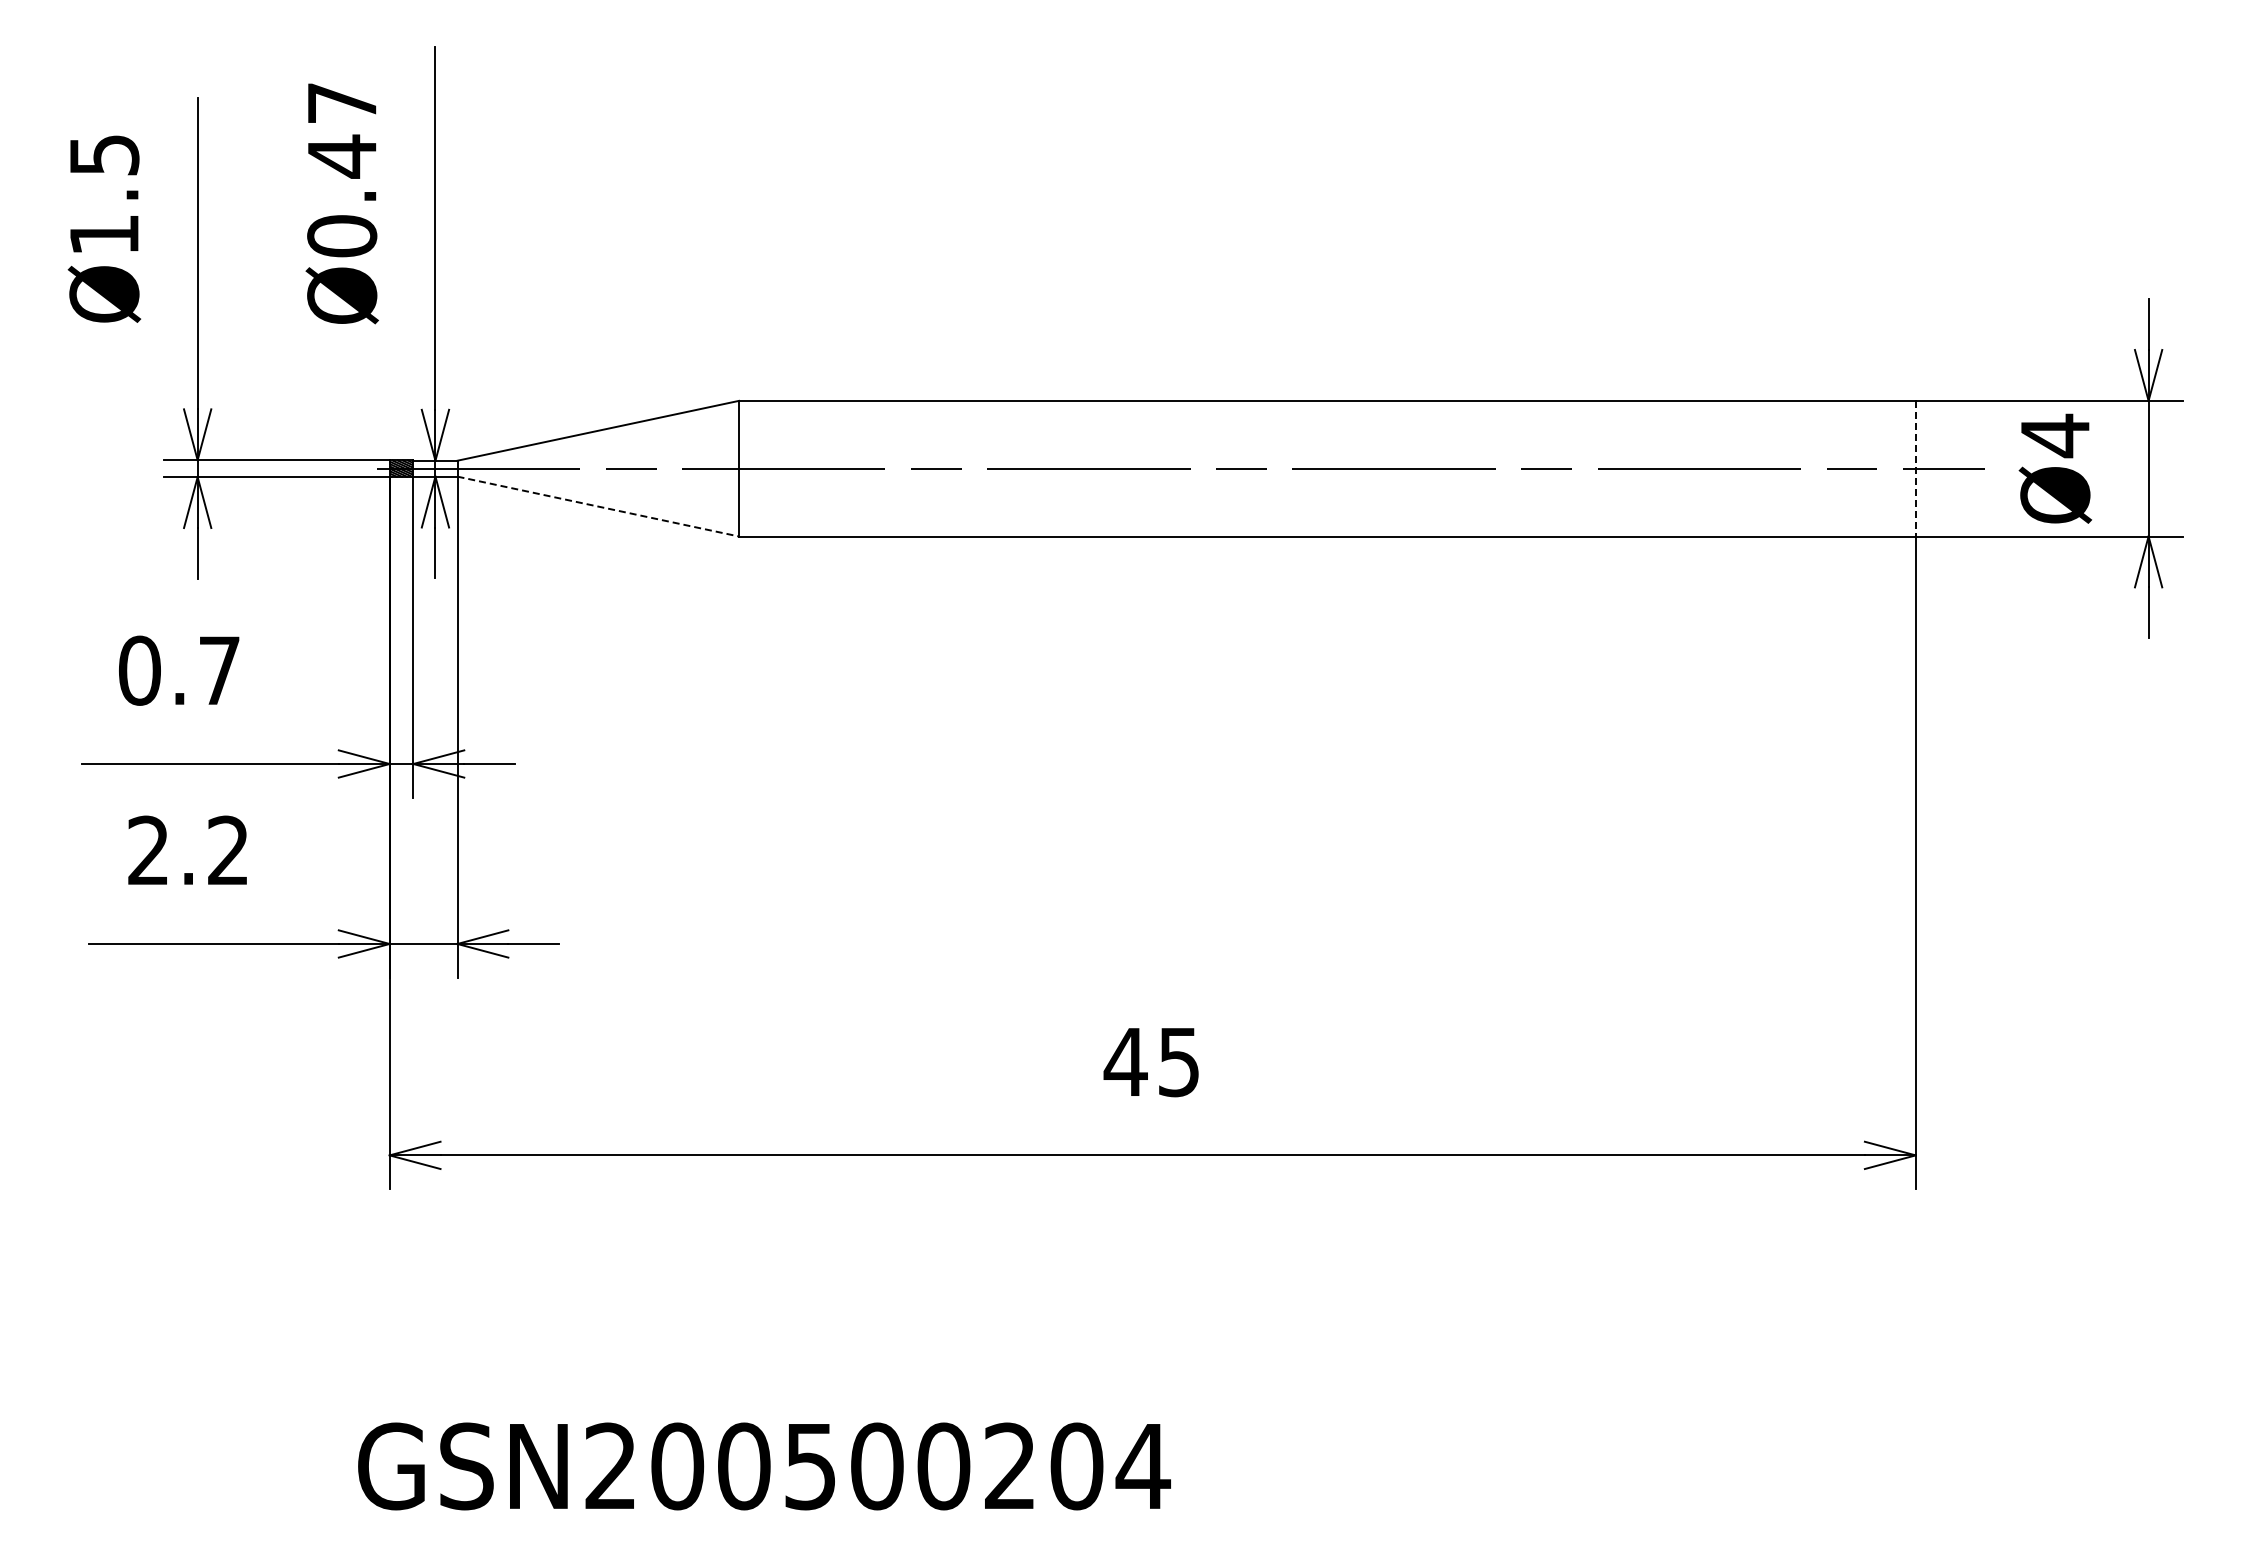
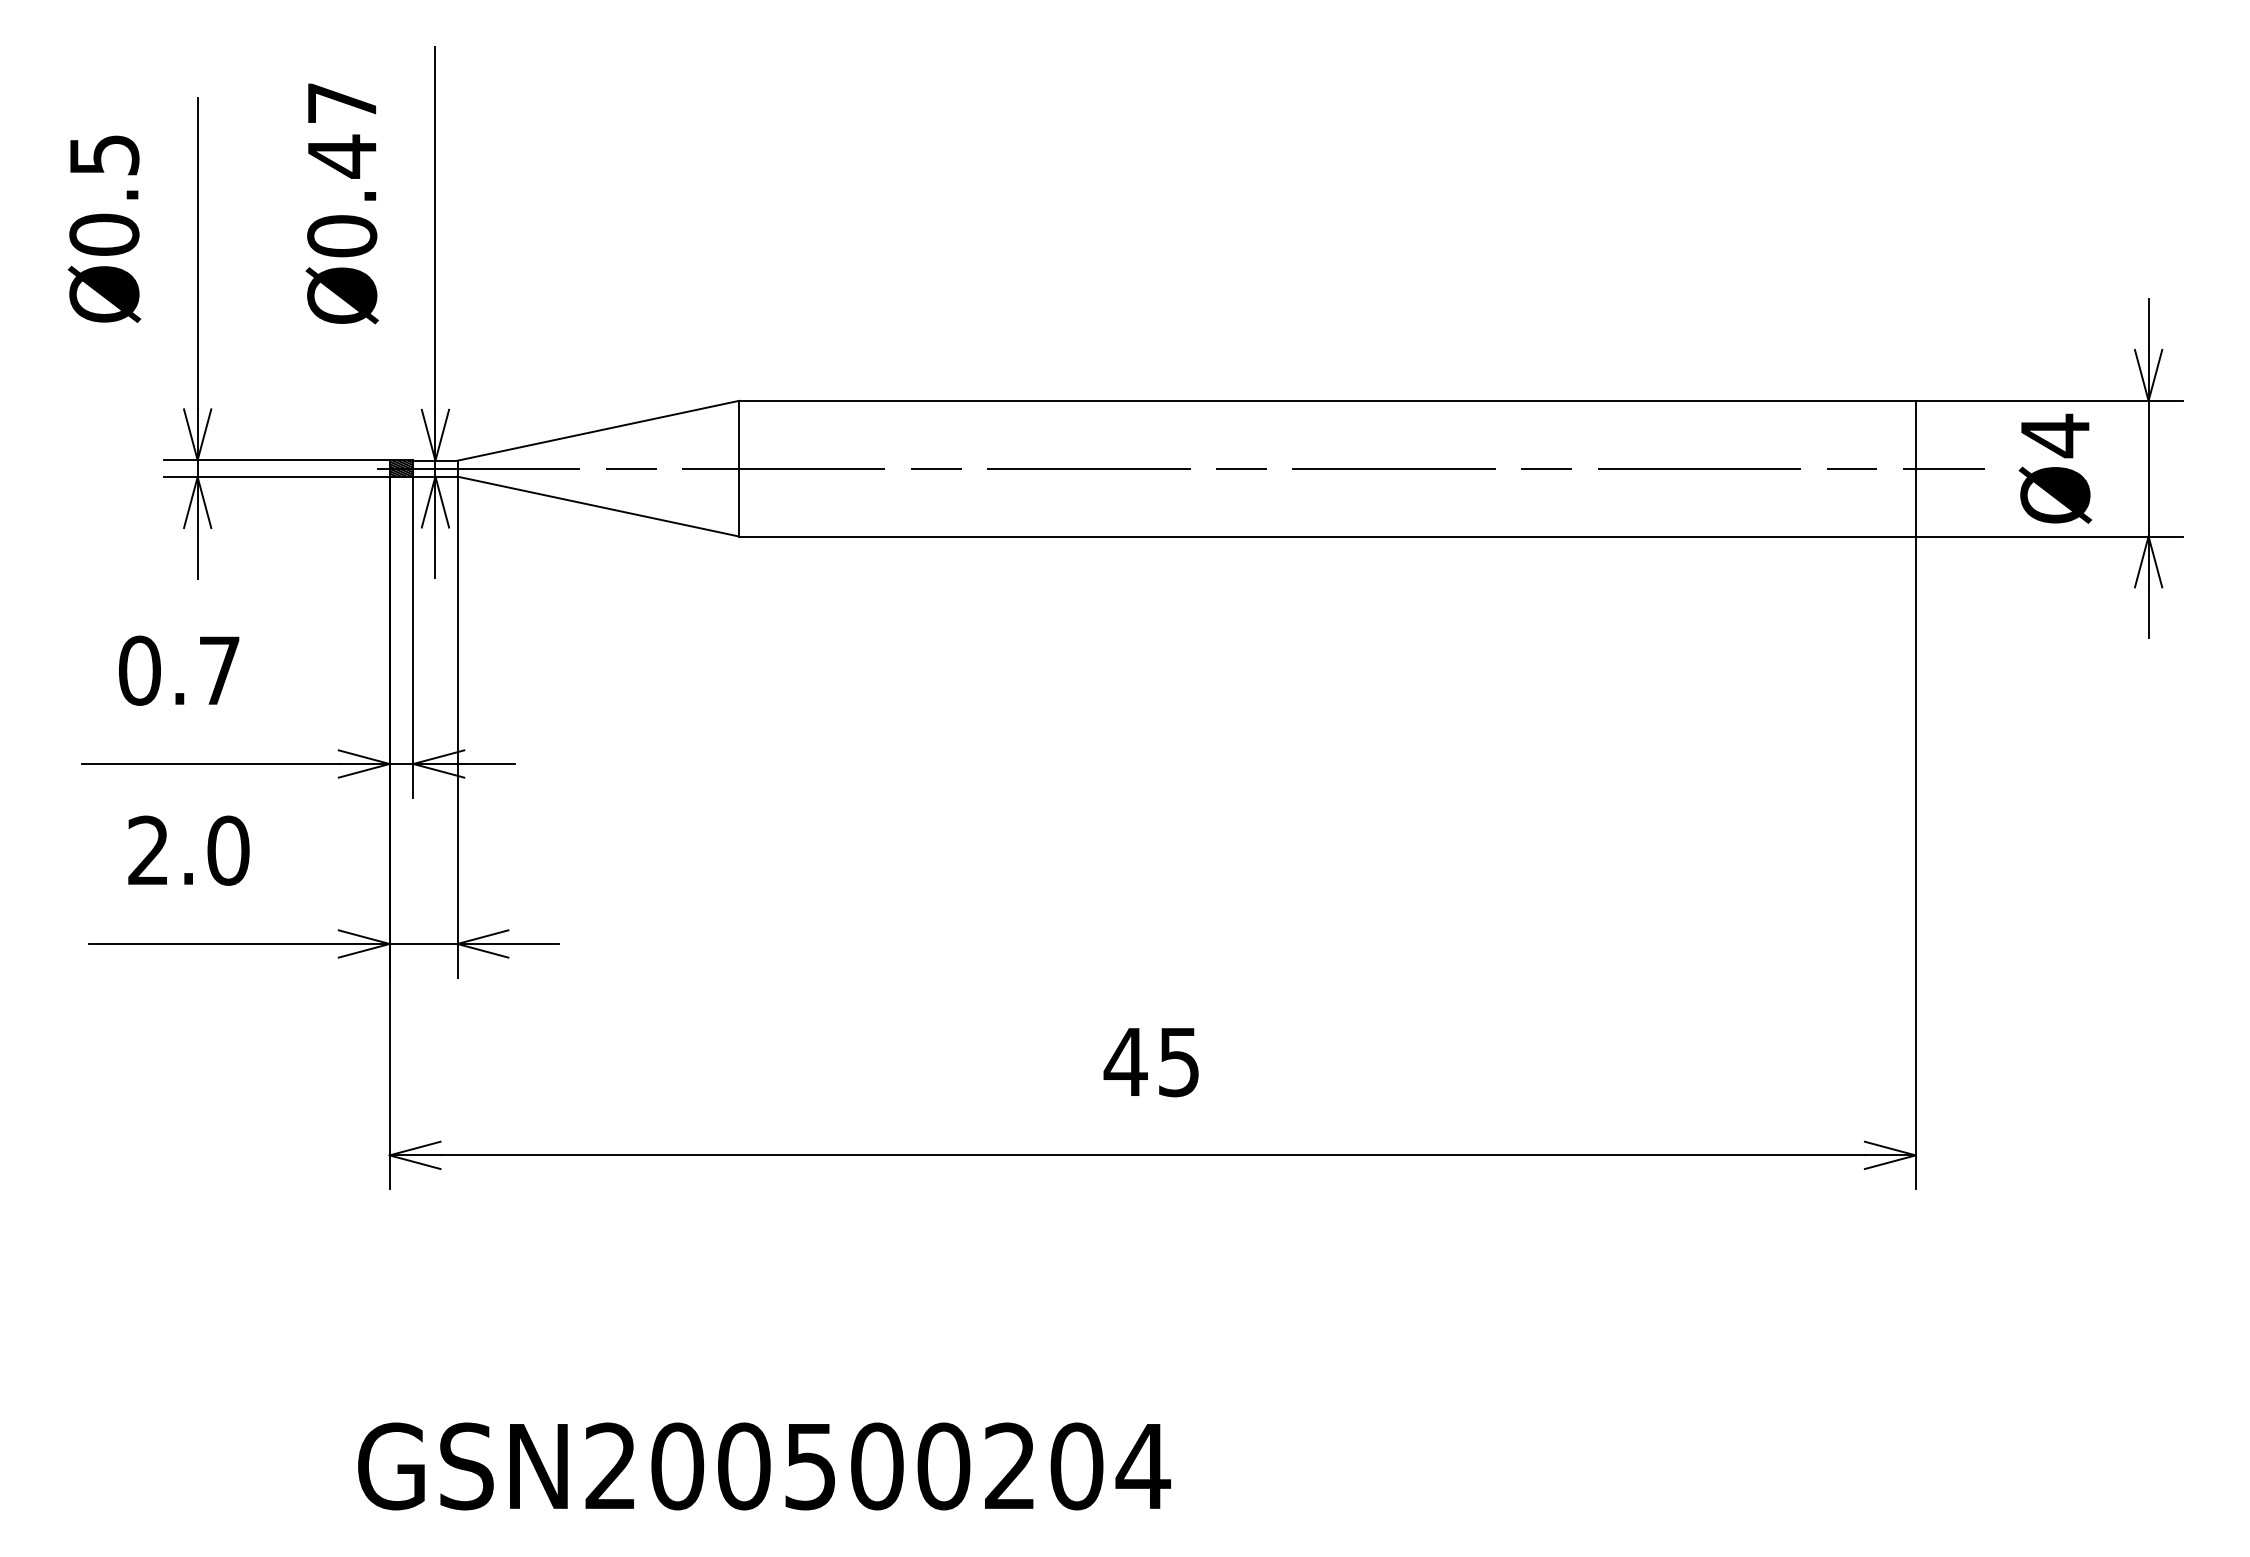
text at (104, 234): Ø1.5 -> Ø0.5
line at (1915, 468): dashed -> solid
line at (598, 506): dashed -> solid
text at (228, 850): 2.2 -> 2.0
